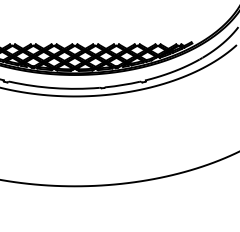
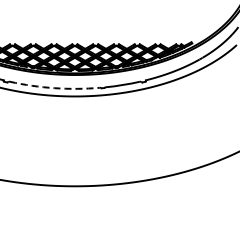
arc at (54, 88): solid -> dashed
